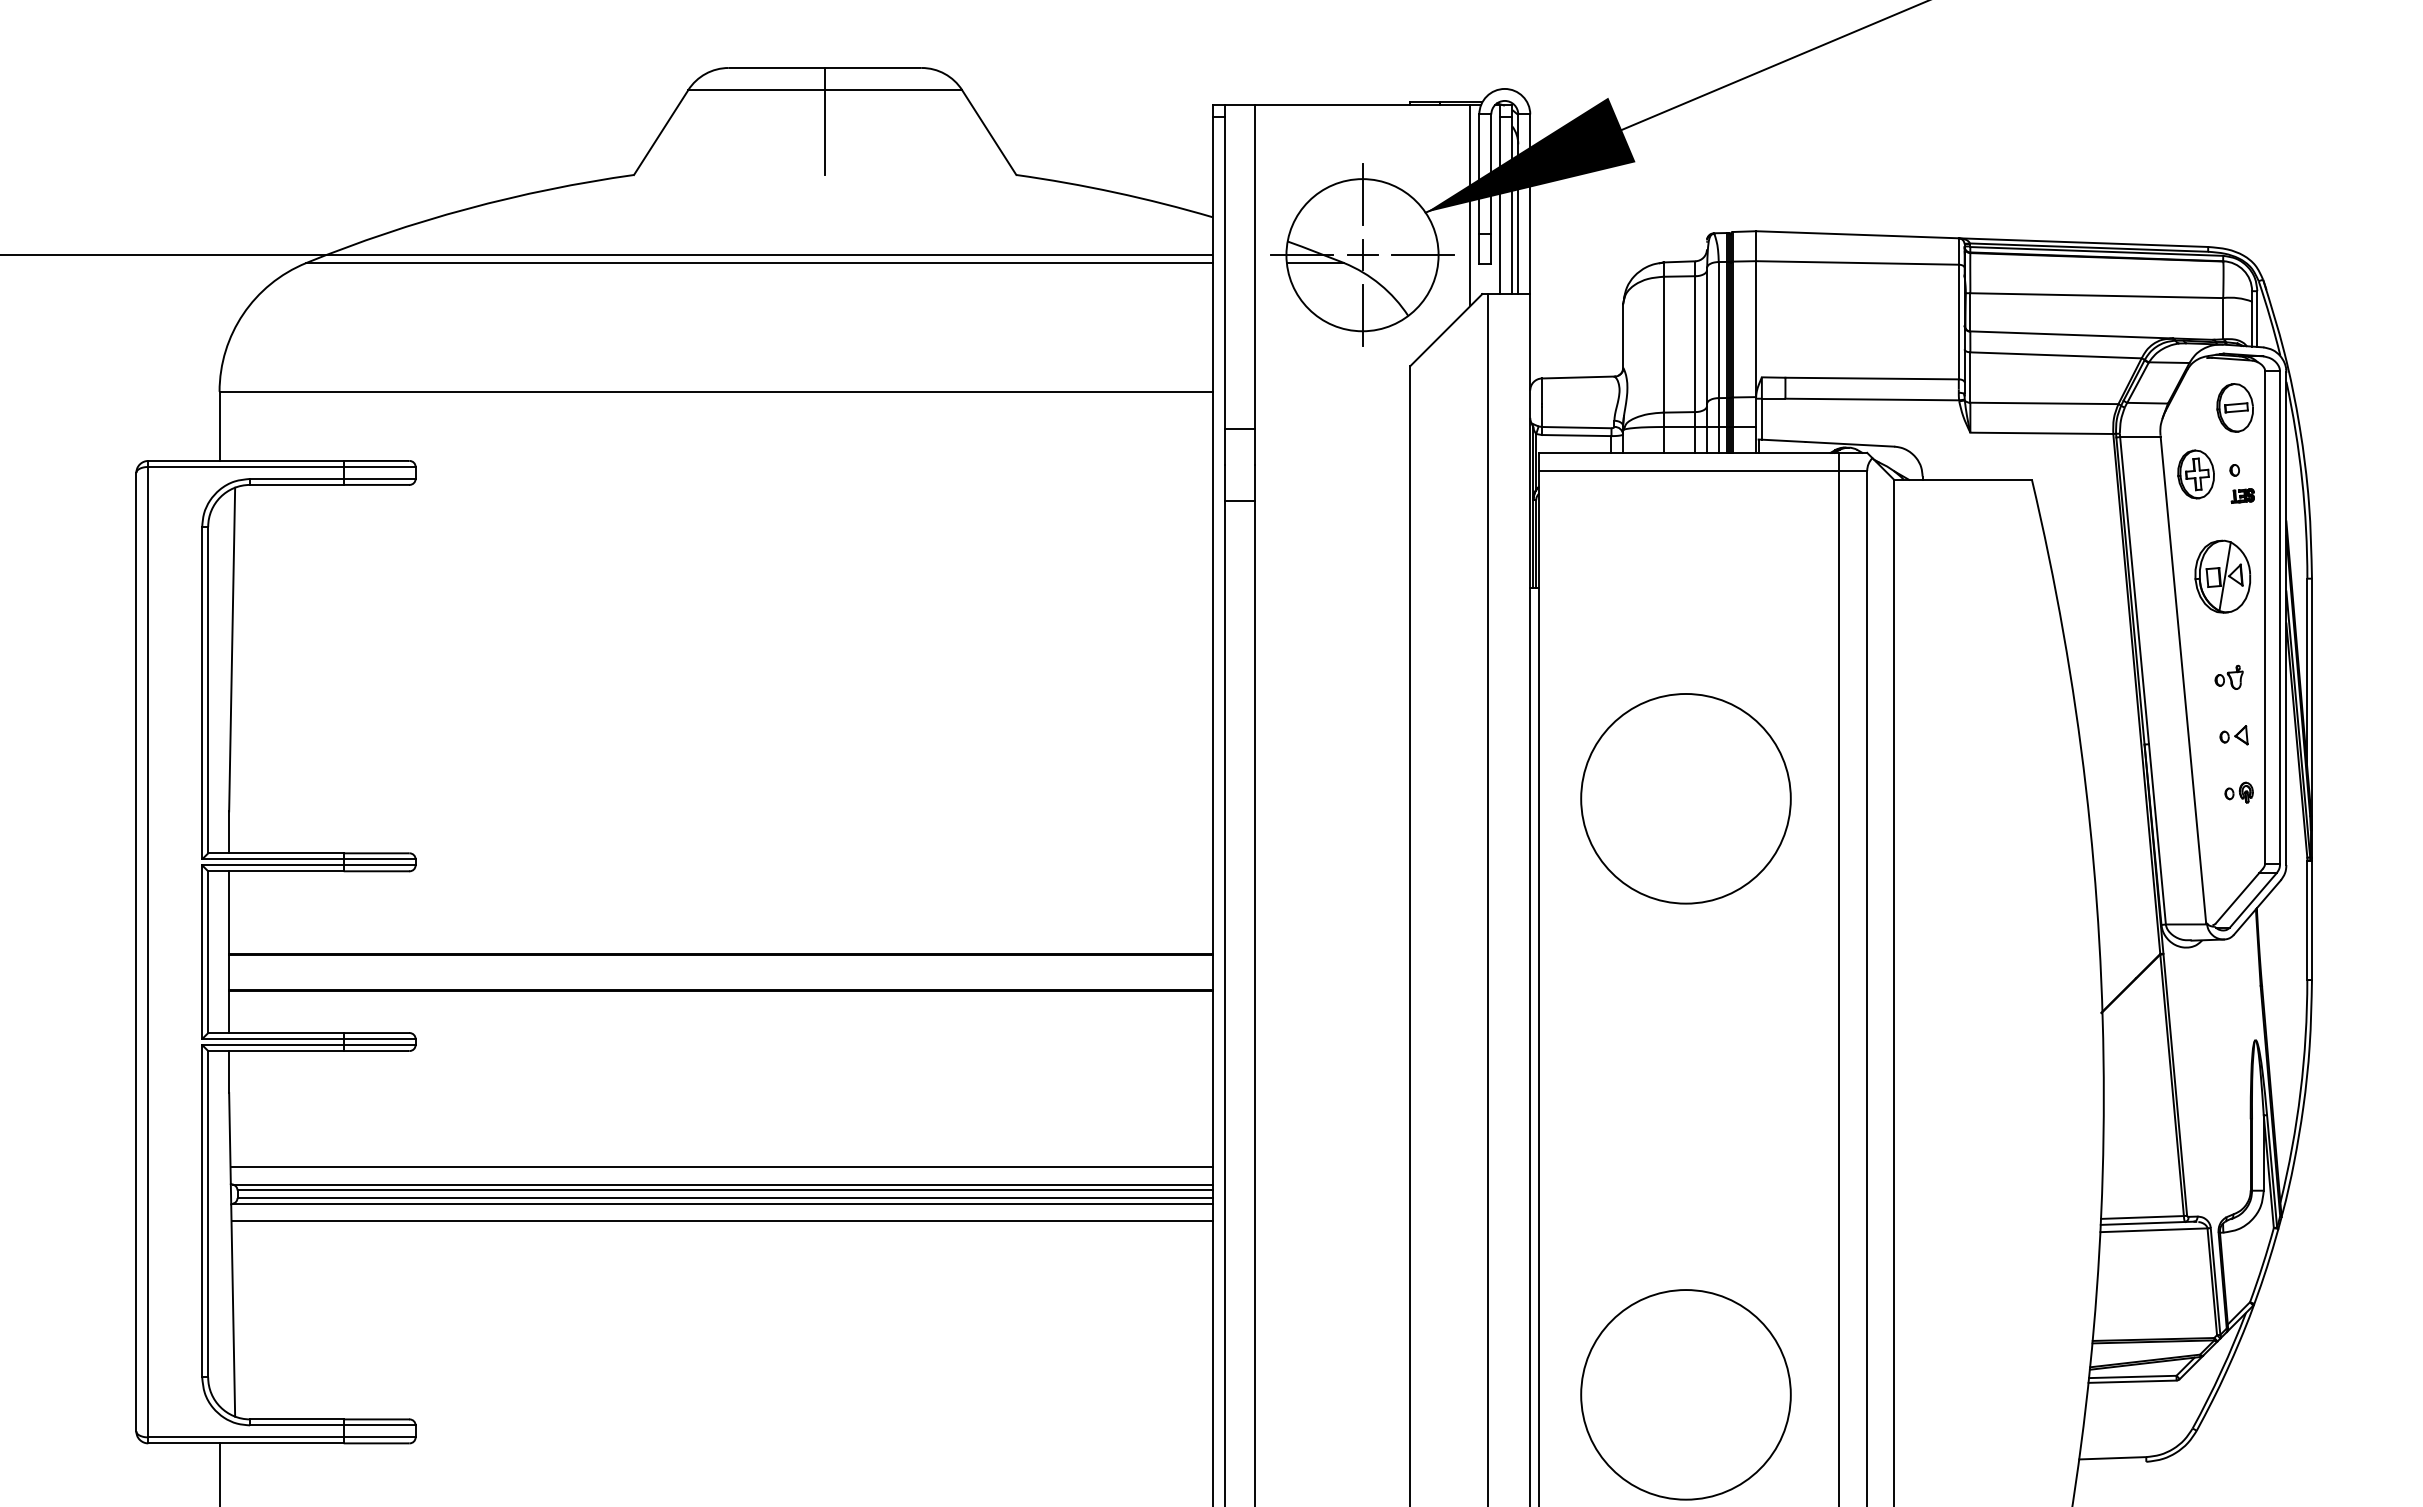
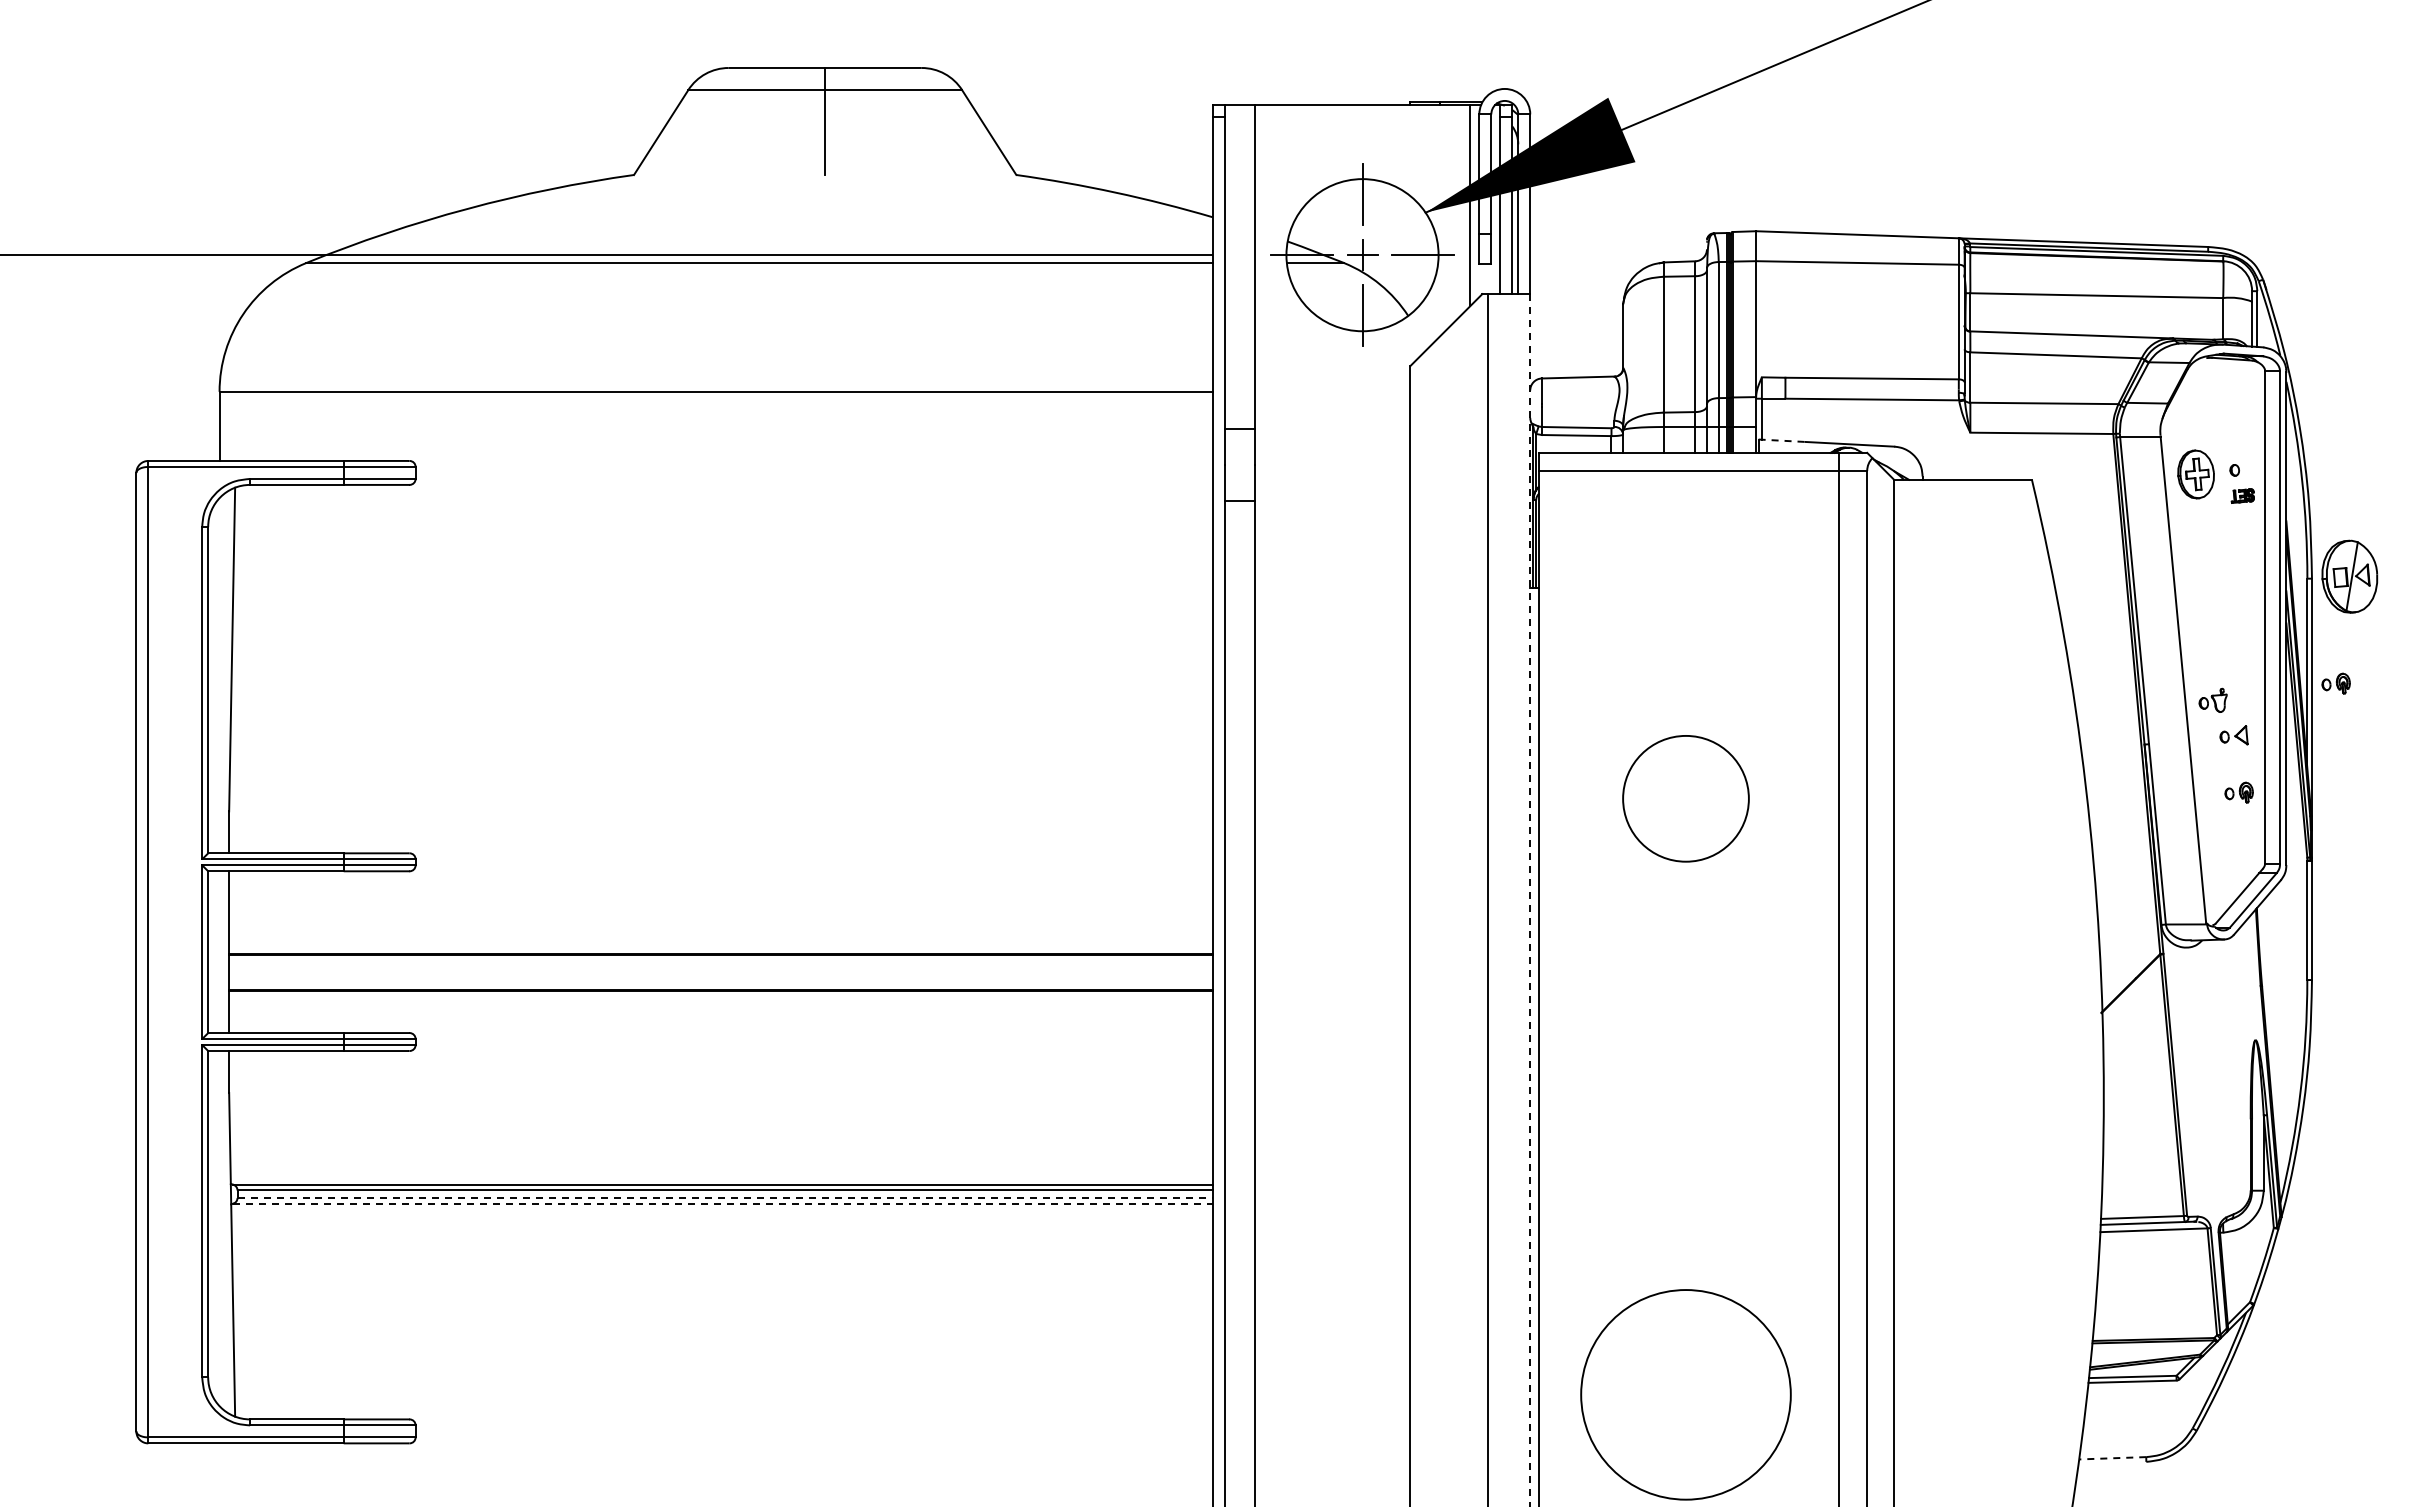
part at (2234, 407): present -> none
line at (1782, 440): solid -> dashed
part at (2222, 576) position: (2222, 576) -> (2349, 576)
part at (2228, 676) position: (2228, 676) -> (2212, 699)
part at (2335, 683): none -> present
circle at (1685, 798) diameter: 210 px -> 126 px
line at (1530, 900): solid -> dashed
line at (721, 1167): present -> none
line at (725, 1197): solid -> dashed
line at (722, 1203): solid -> dashed
line at (721, 1221): present -> none
line at (2112, 1458): solid -> dashed
line at (219, 1473): present -> none
